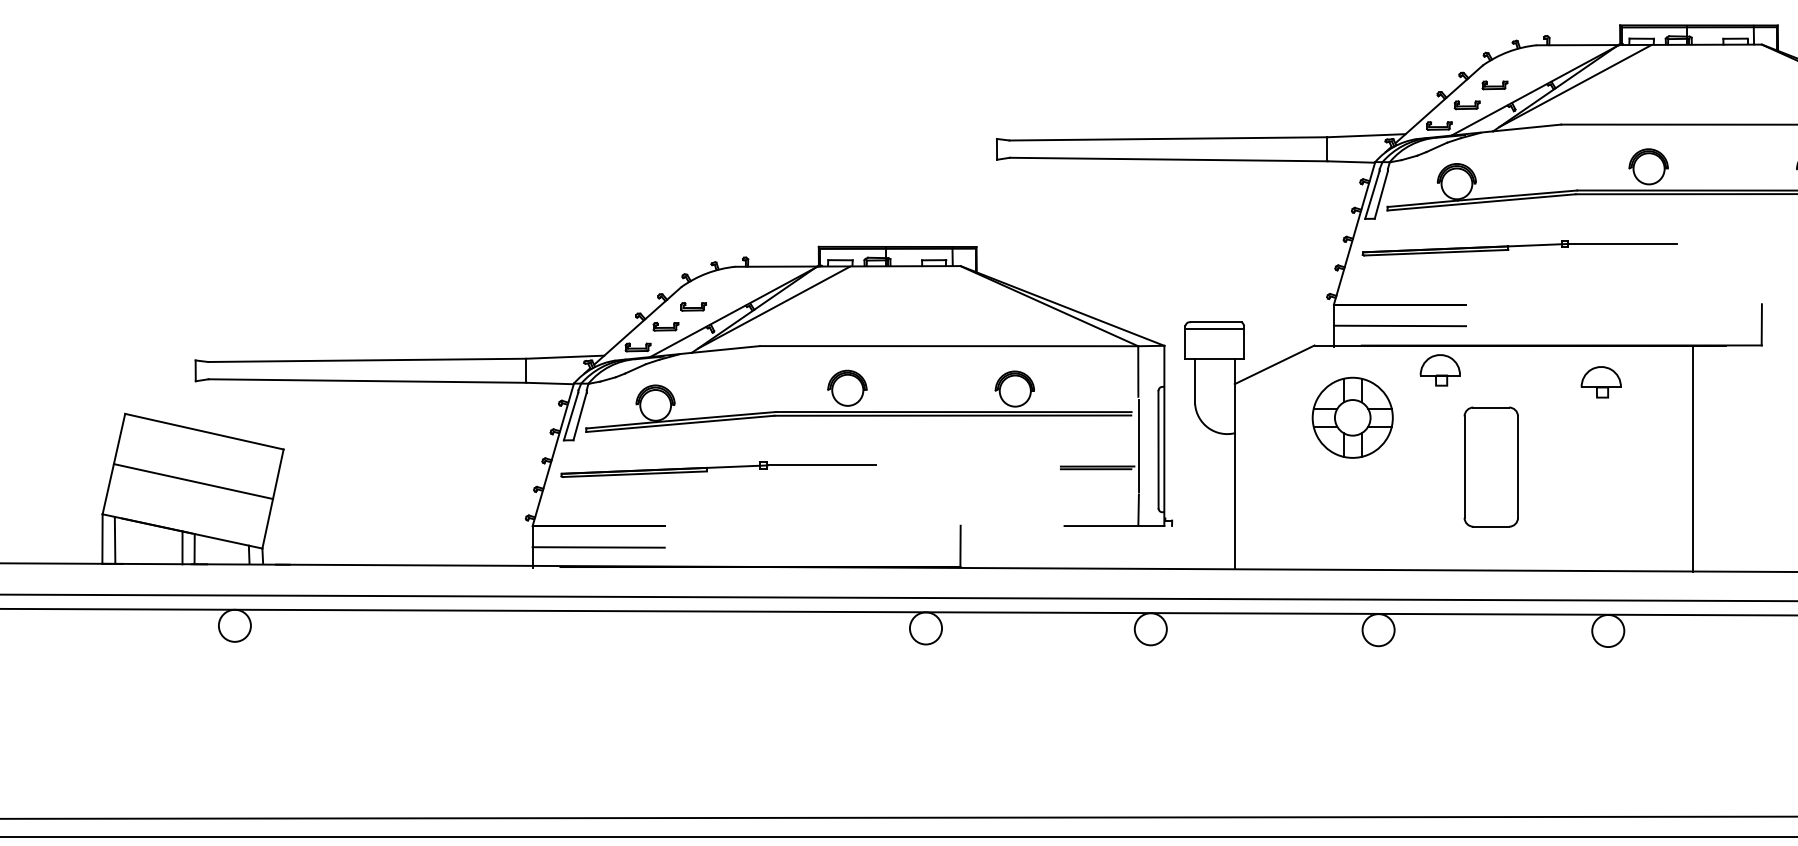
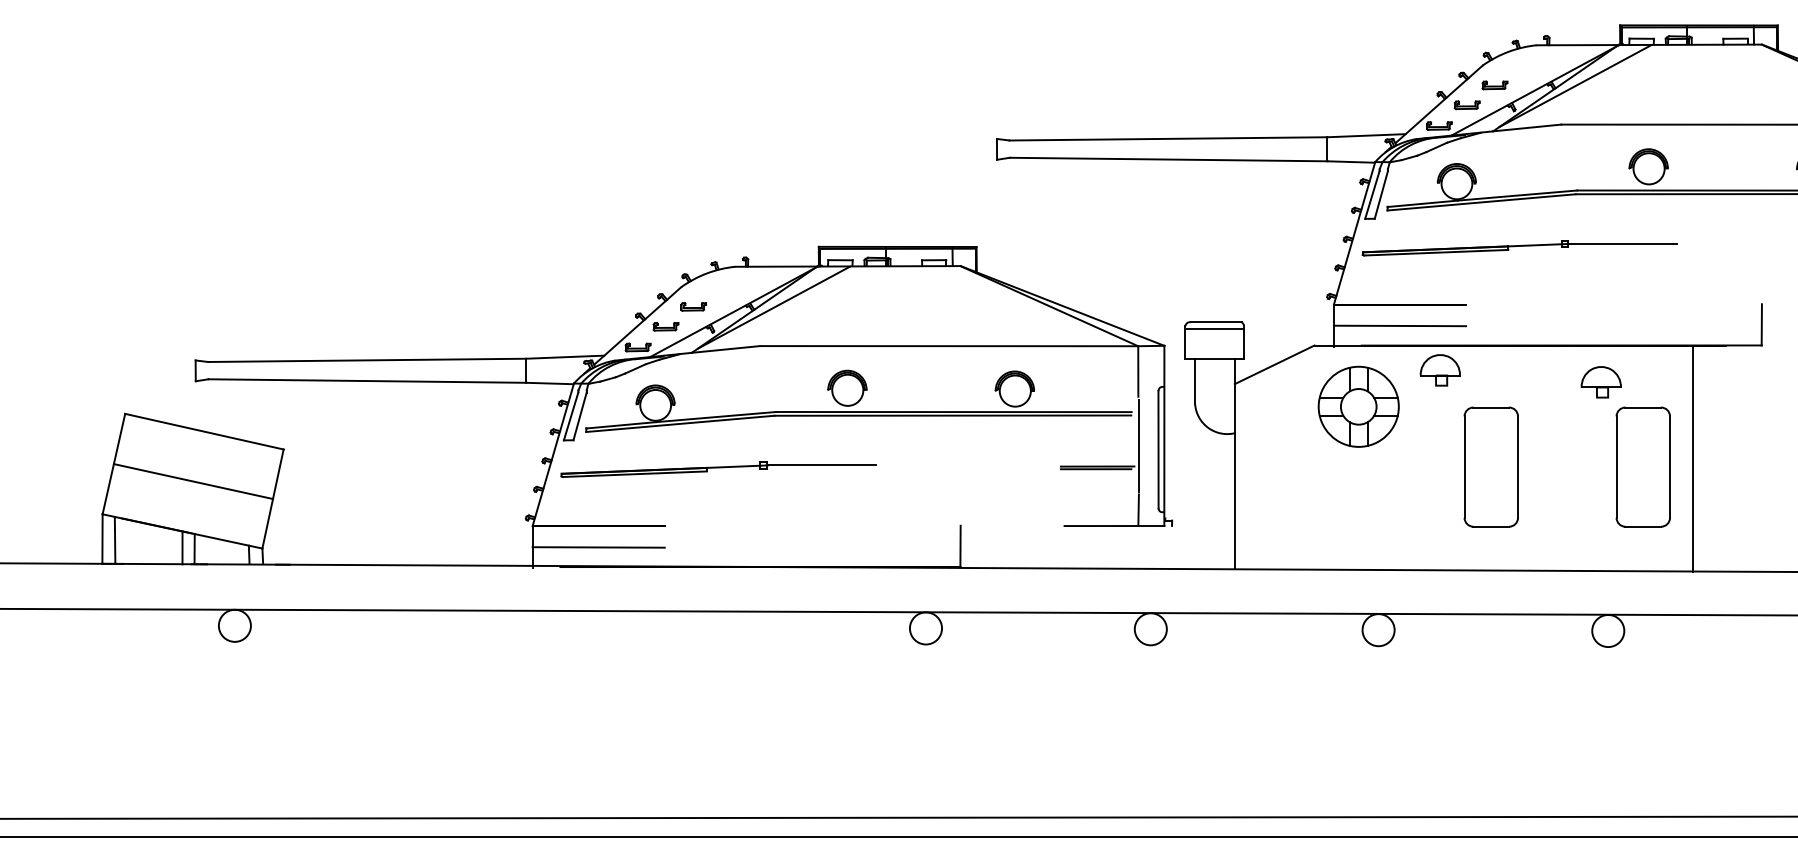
part at (1352, 417) position: (1352, 417) -> (1358, 406)
part at (1642, 466): none -> present
line at (898, 597): present -> none
